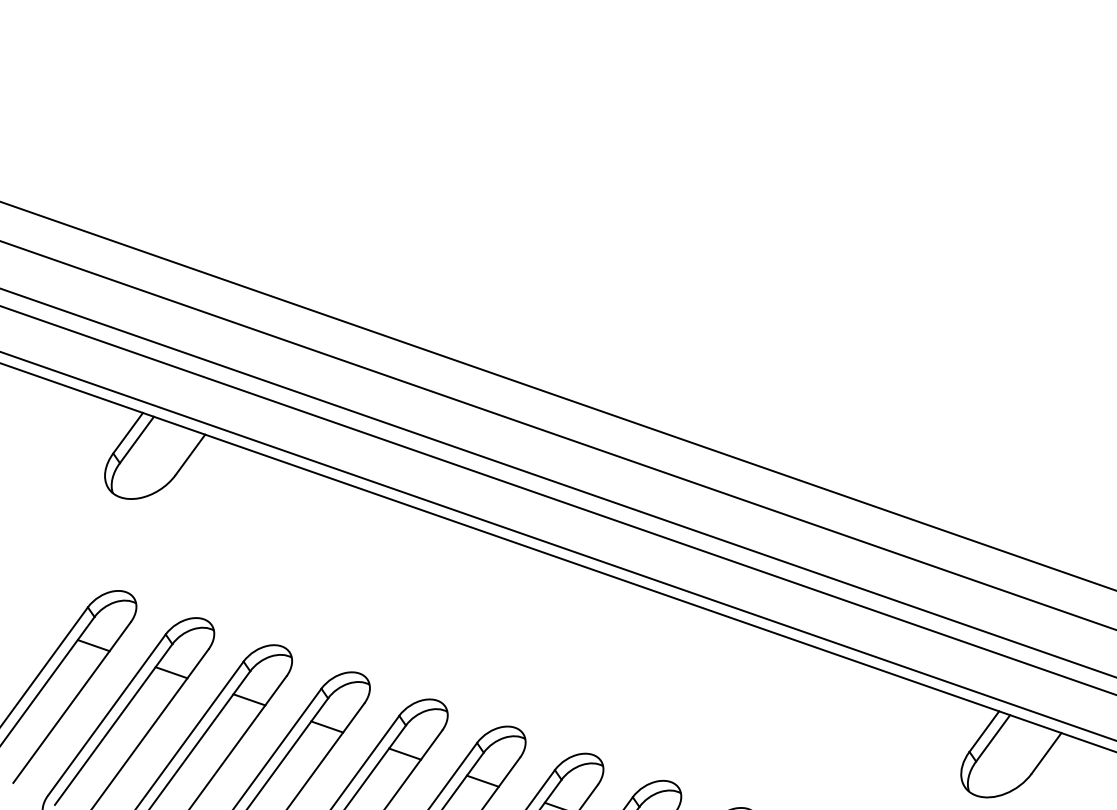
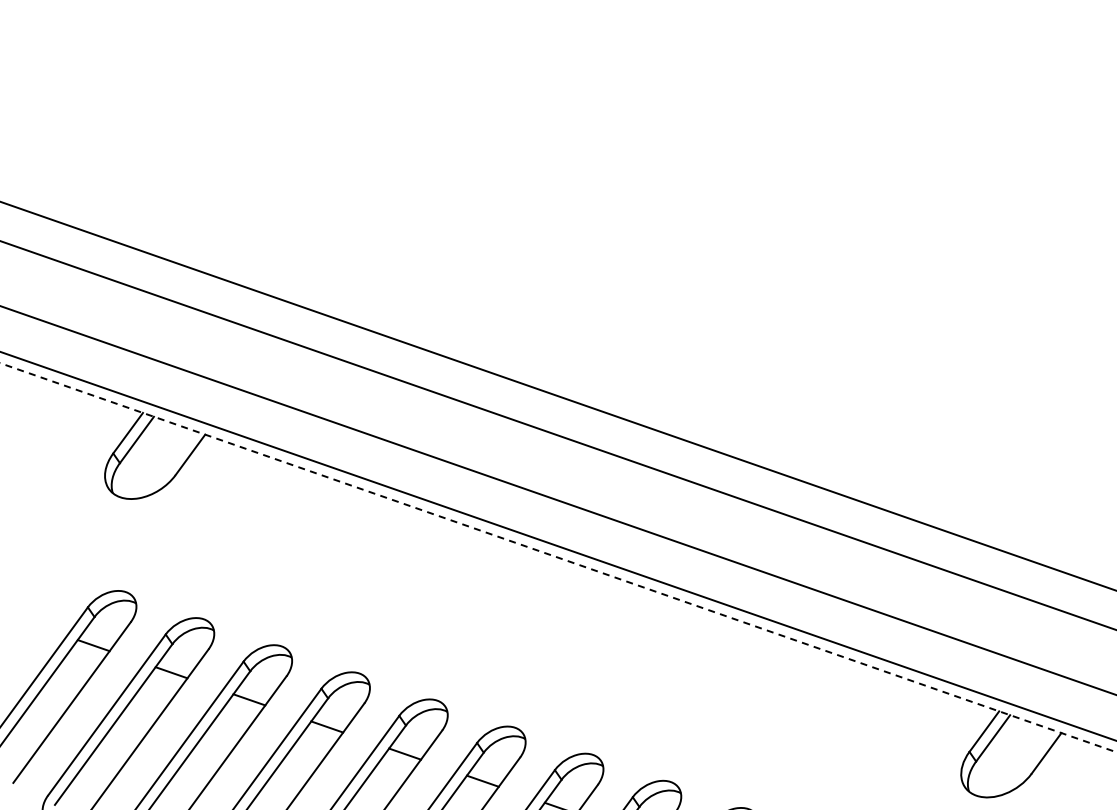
line at (557, 482): present -> none
line at (558, 557): solid -> dashed
